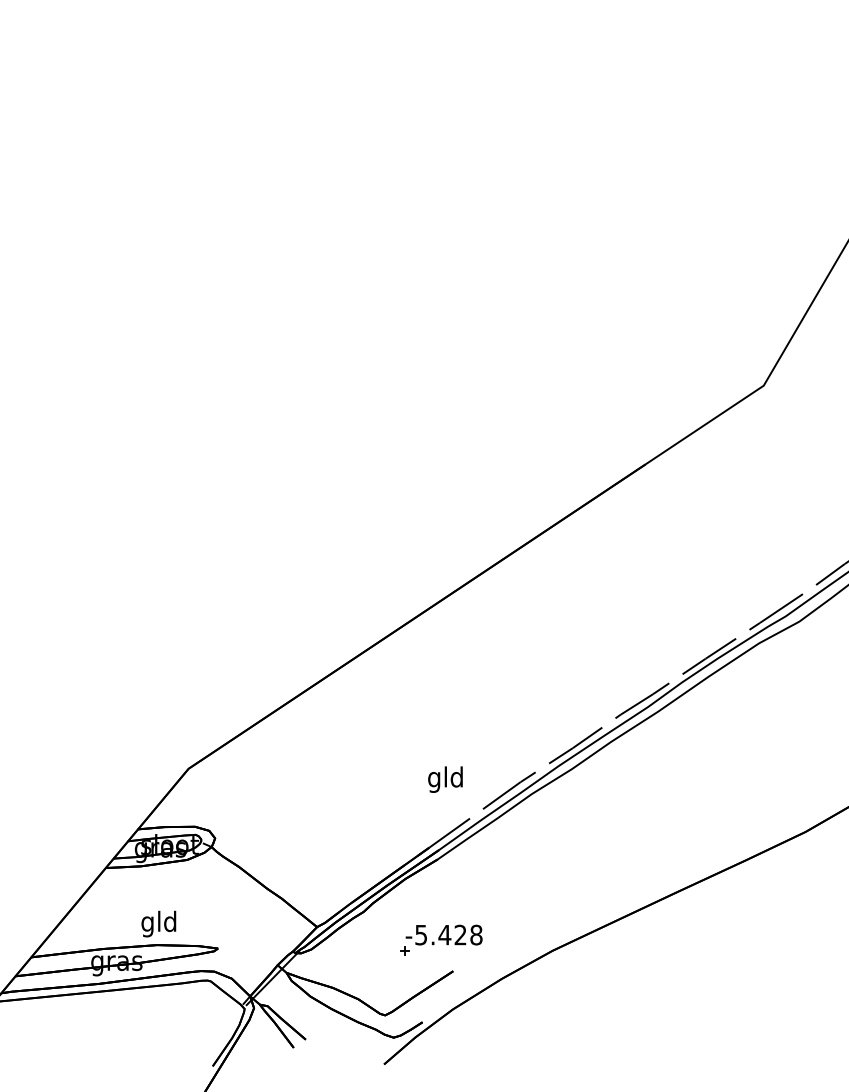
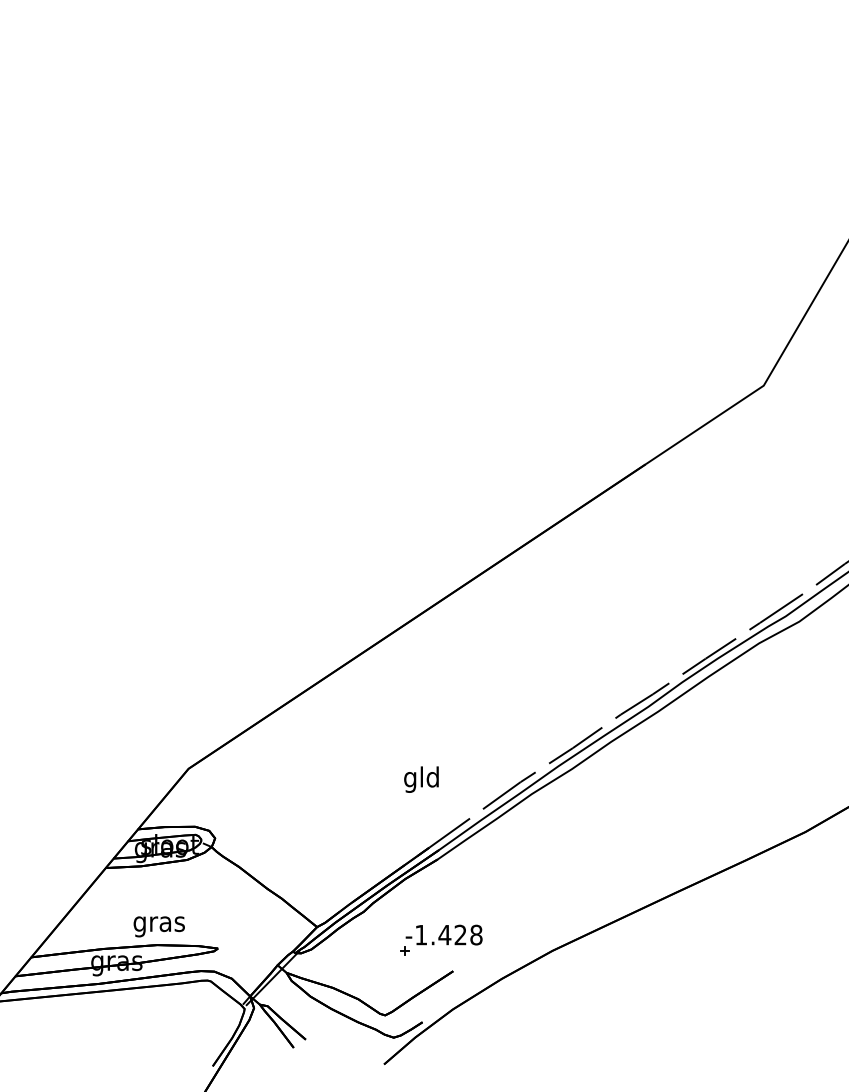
text at (445, 779) position: (445, 779) -> (421, 779)
text at (158, 923): gld -> gras
text at (420, 935): -5.428 -> -1.428
